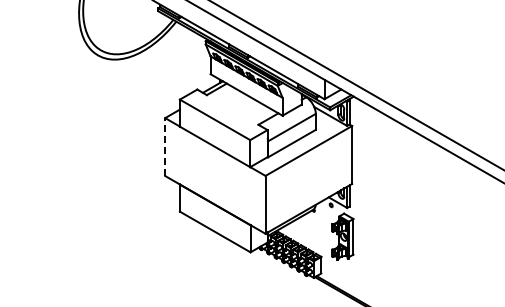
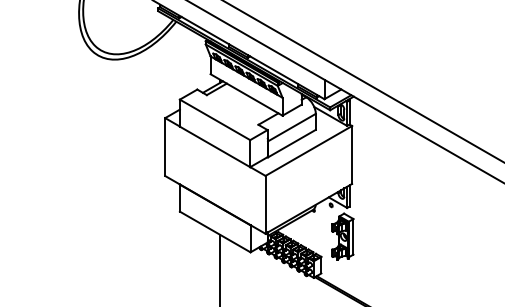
line at (356, 85) position: (356, 85) -> (363, 81)
line at (165, 147): dashed -> solid
line at (220, 268): none -> present
